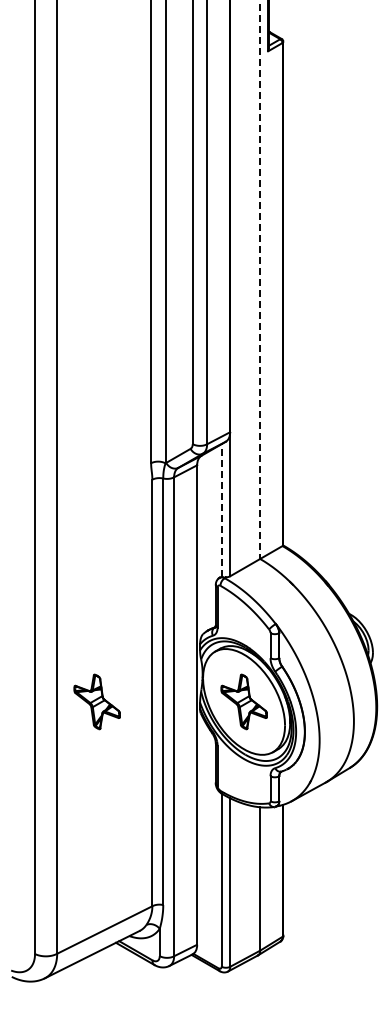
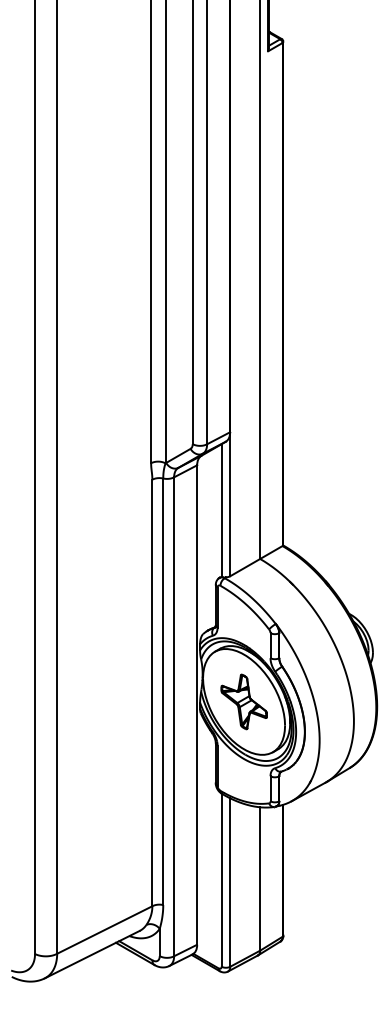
line at (260, 280): dashed -> solid
line at (221, 510): dashed -> solid
part at (96, 701): present -> none
